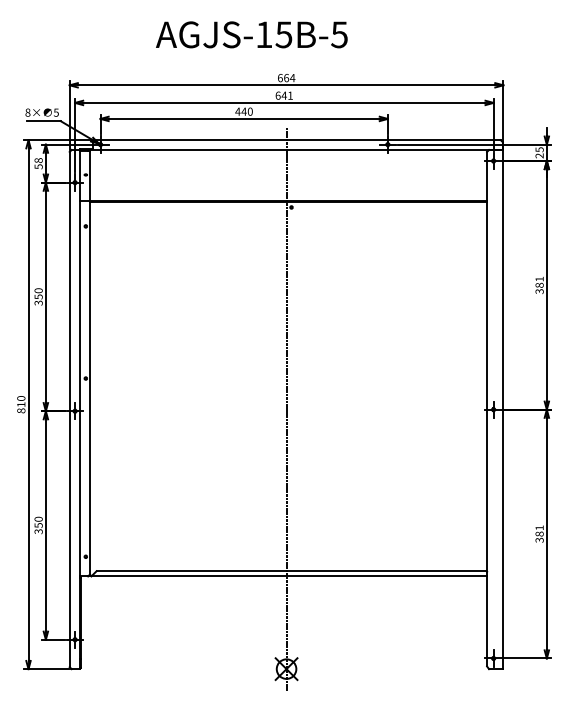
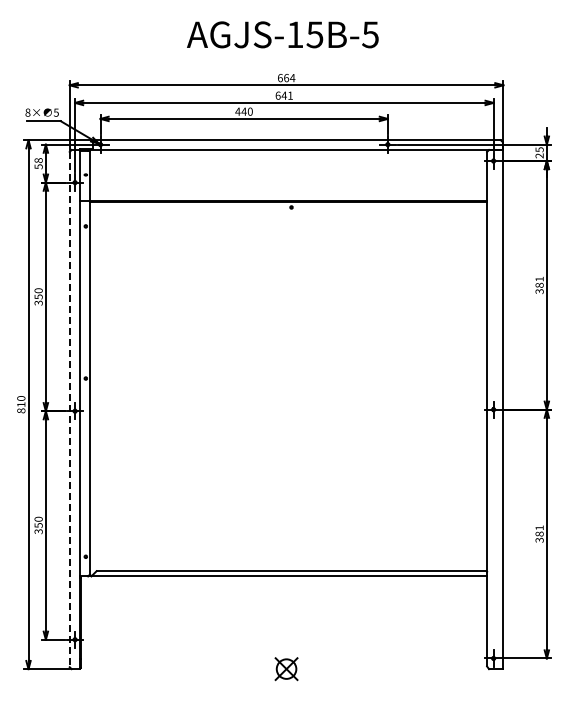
text at (251, 34) position: (251, 34) -> (282, 34)
line at (286, 408): present -> none
line at (69, 409): solid -> dashed
